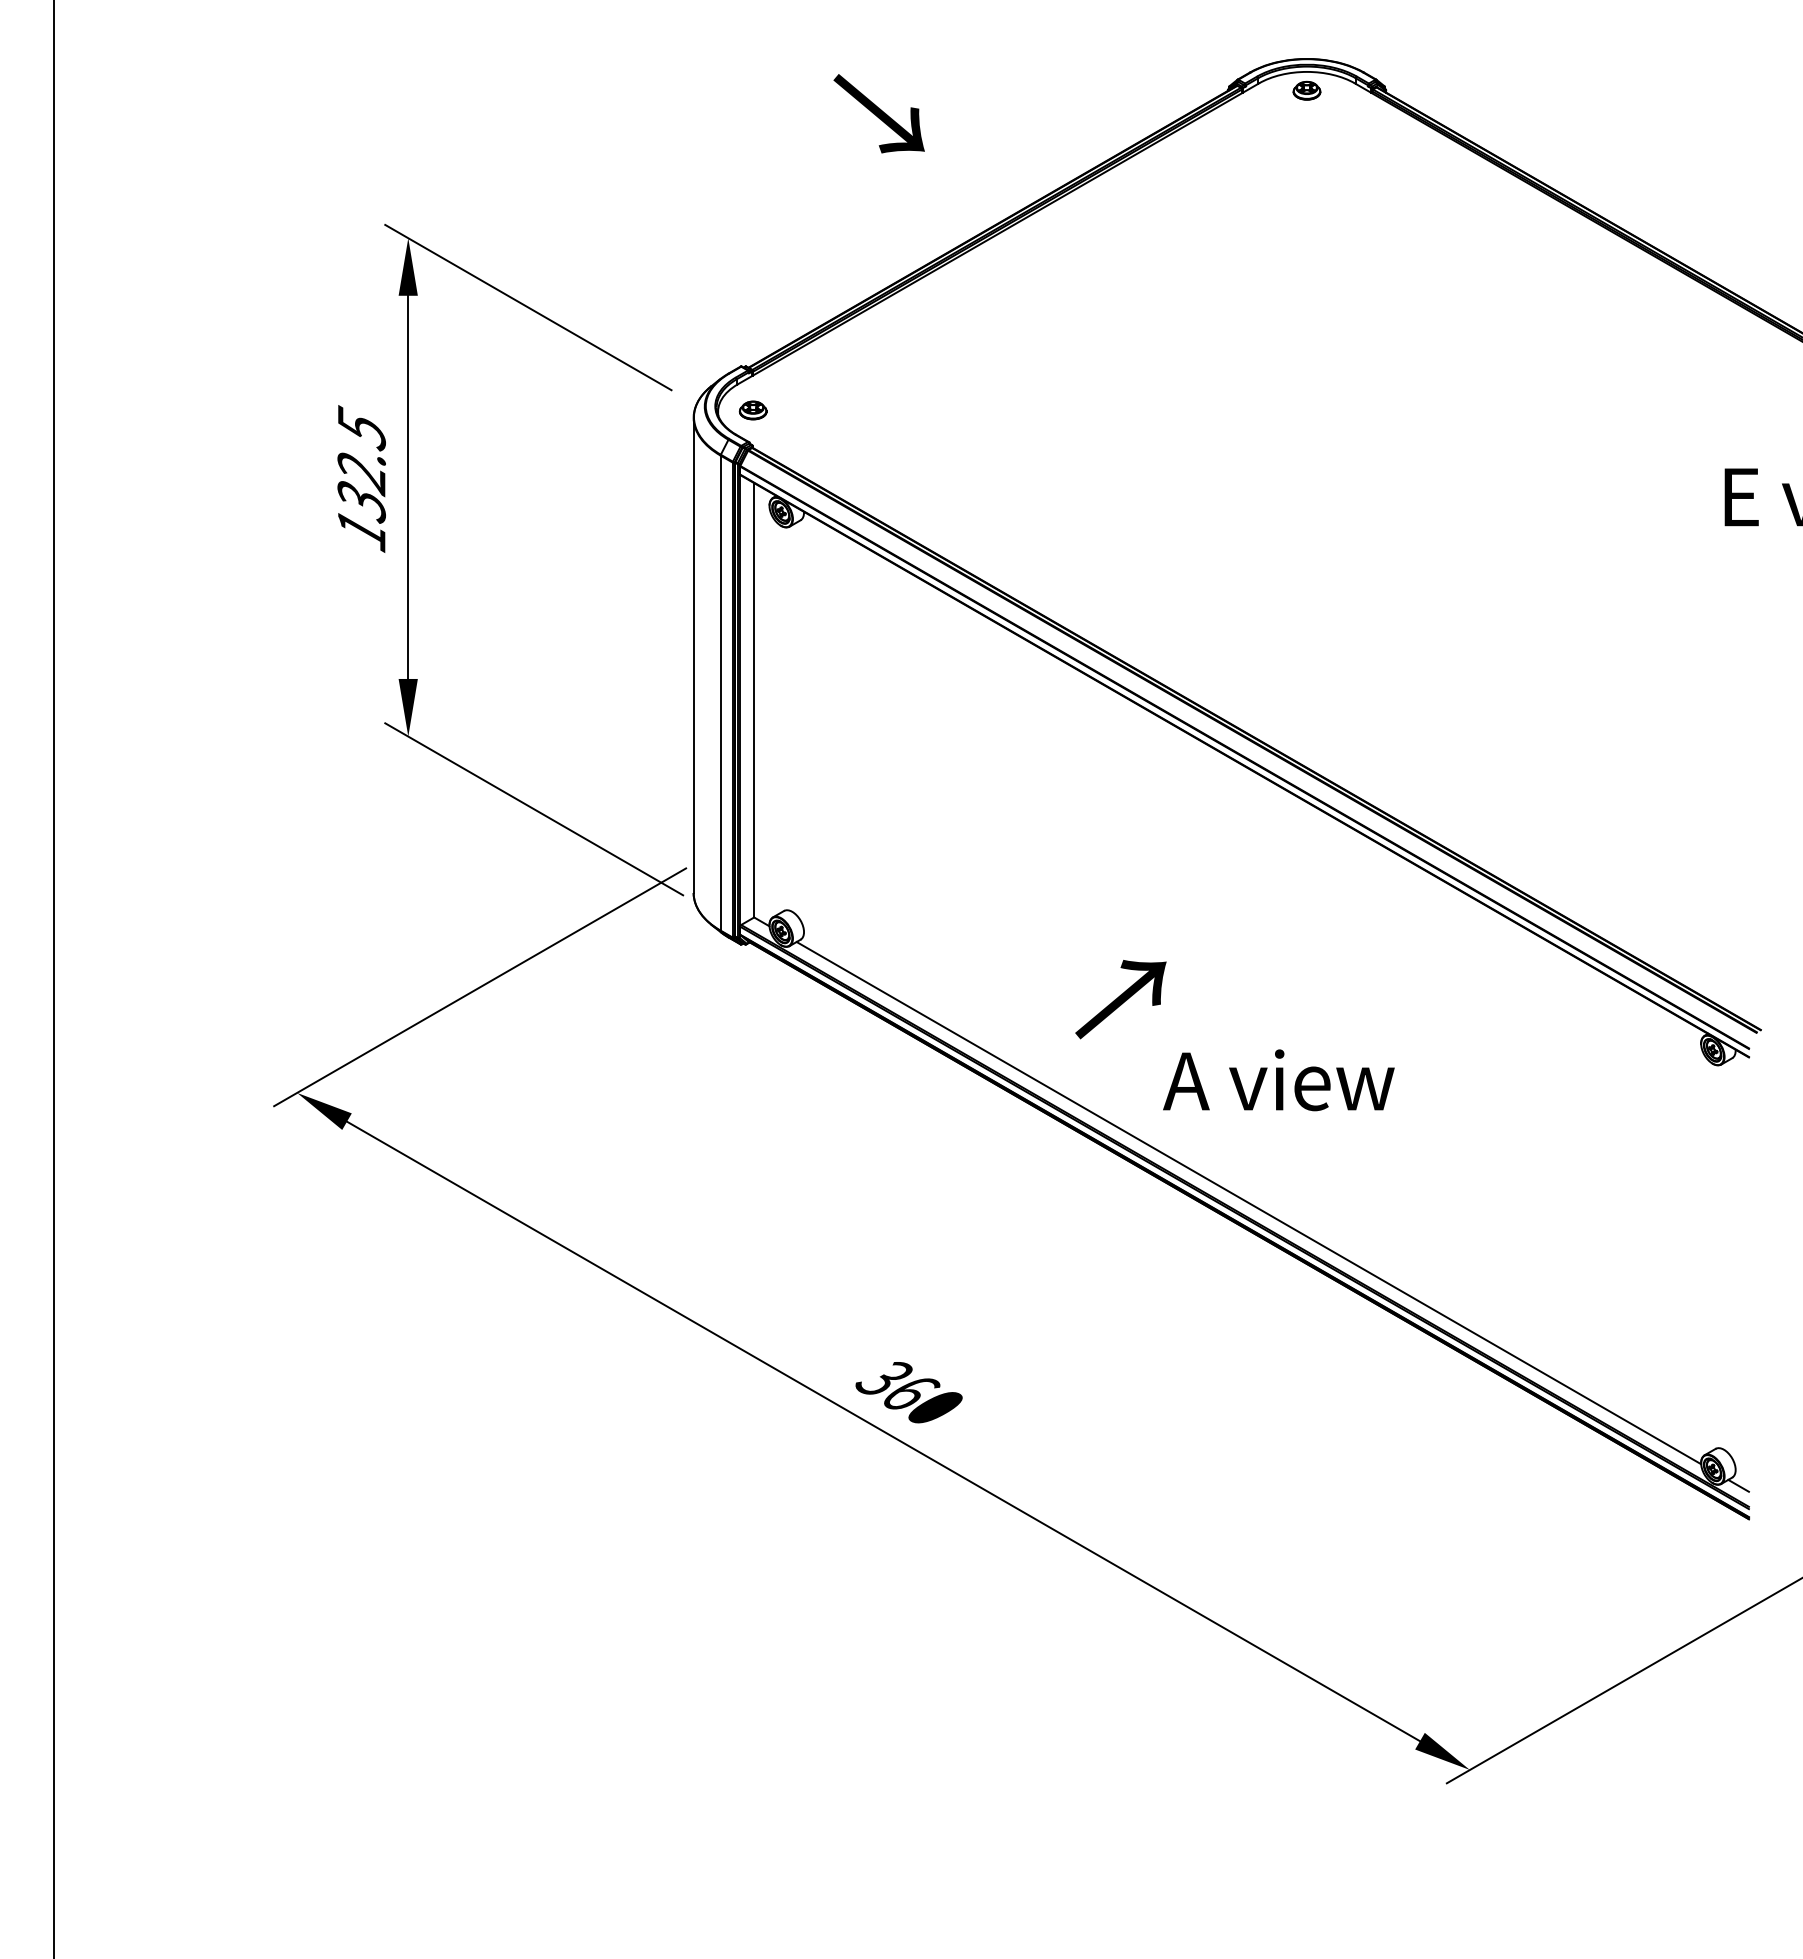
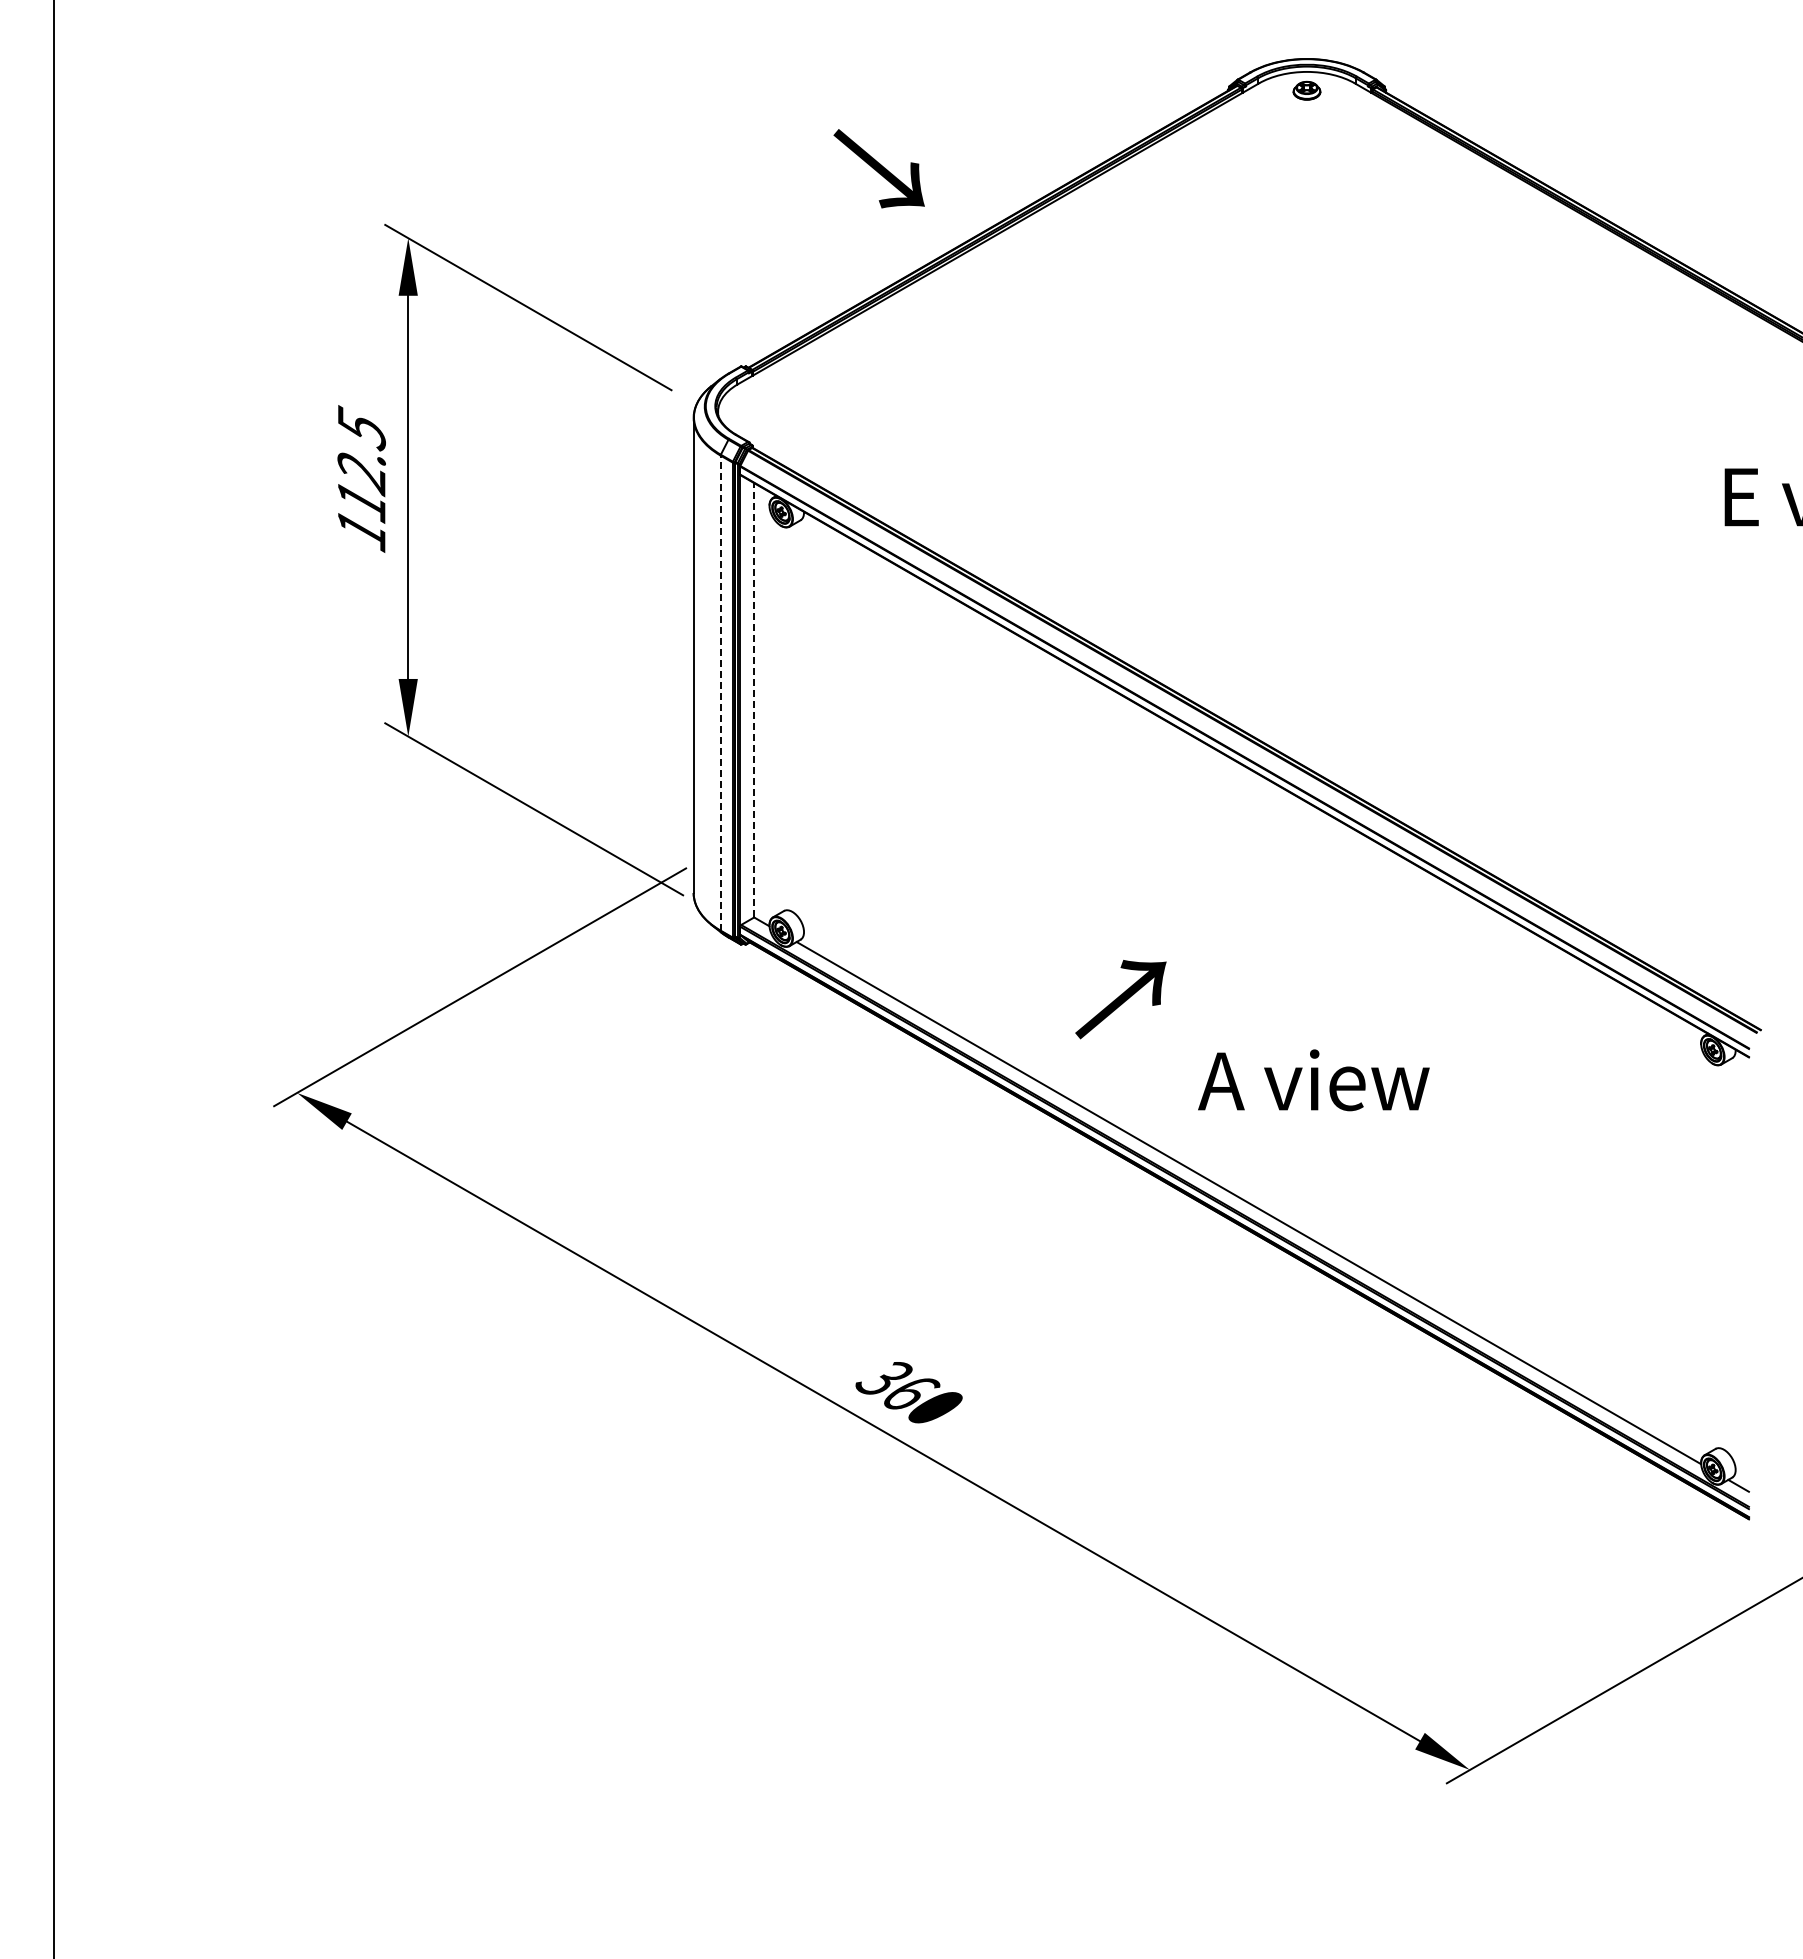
text at (878, 113) position: (878, 113) -> (878, 168)
part at (752, 410): present -> none
text at (361, 502): 132.5 -> 112.5
line at (720, 693): solid -> dashed
line at (754, 699): solid -> dashed
text at (1278, 1080) position: (1278, 1080) -> (1313, 1080)
